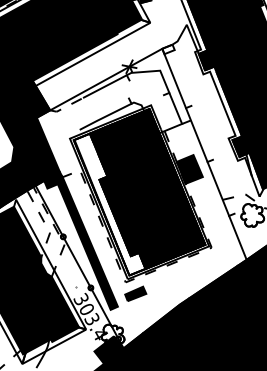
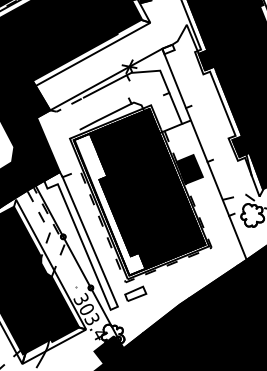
fill at (80, 240): present -> none
fill at (135, 293): present -> none
